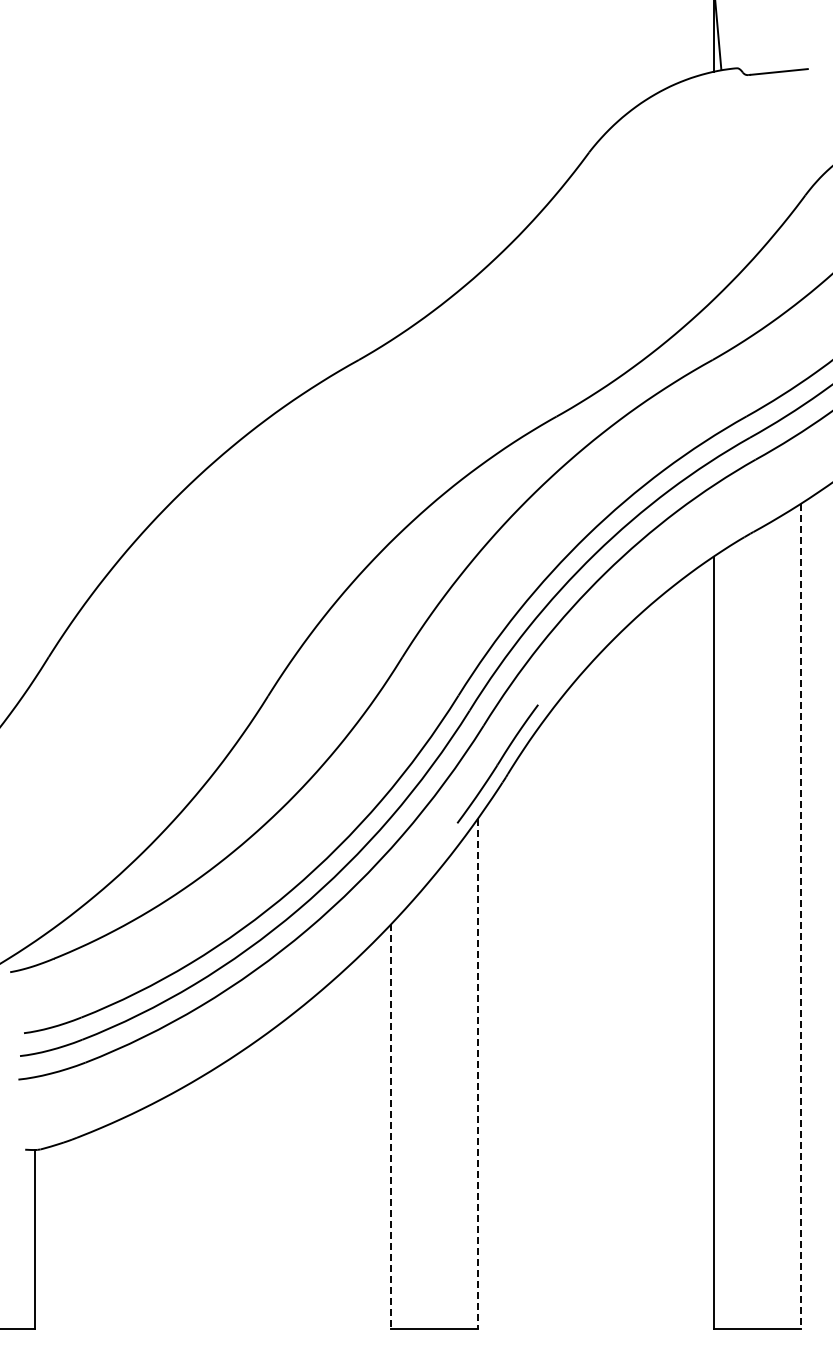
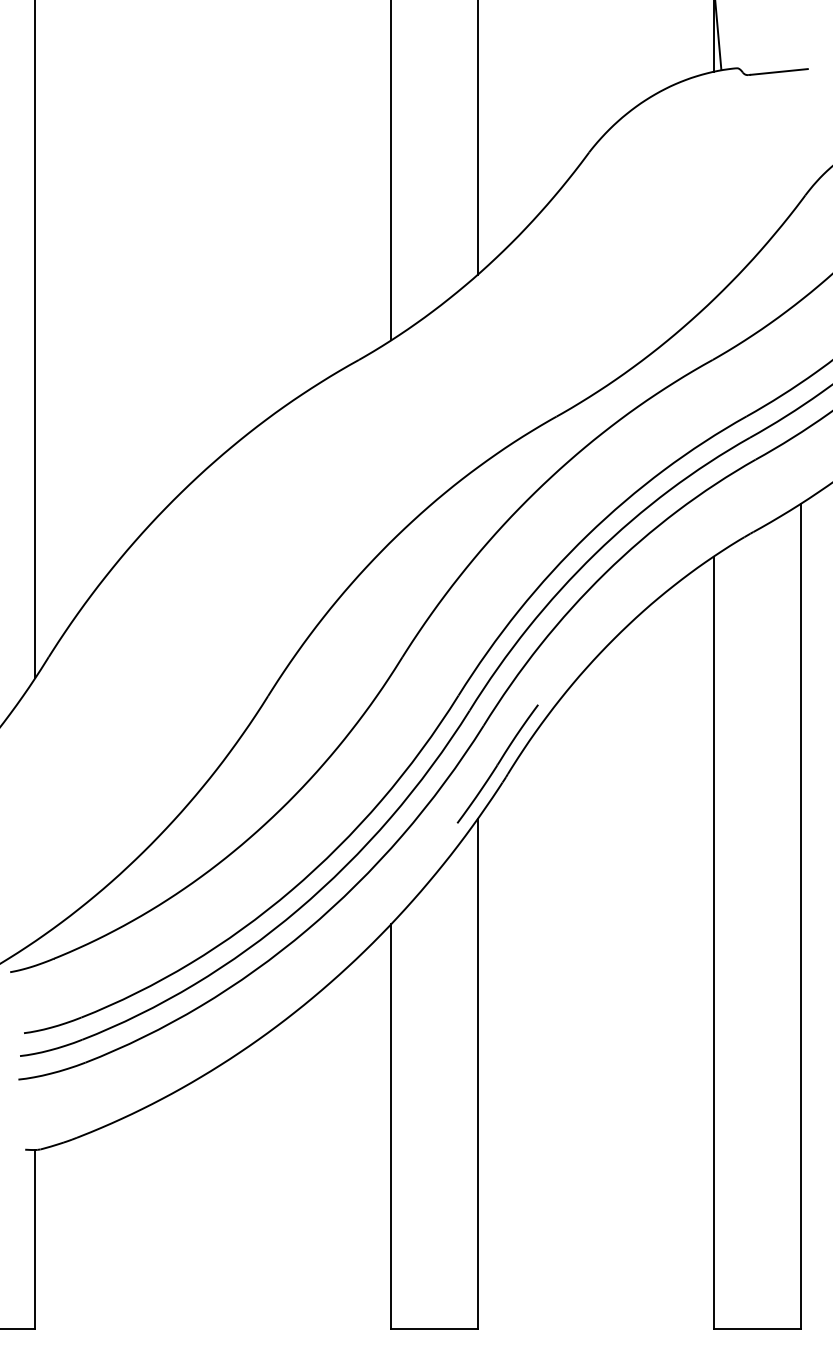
line at (478, 138): none -> present
line at (391, 171): none -> present
line at (35, 340): none -> present
line at (800, 916): dashed -> solid
line at (478, 1074): dashed -> solid
line at (391, 1127): dashed -> solid
